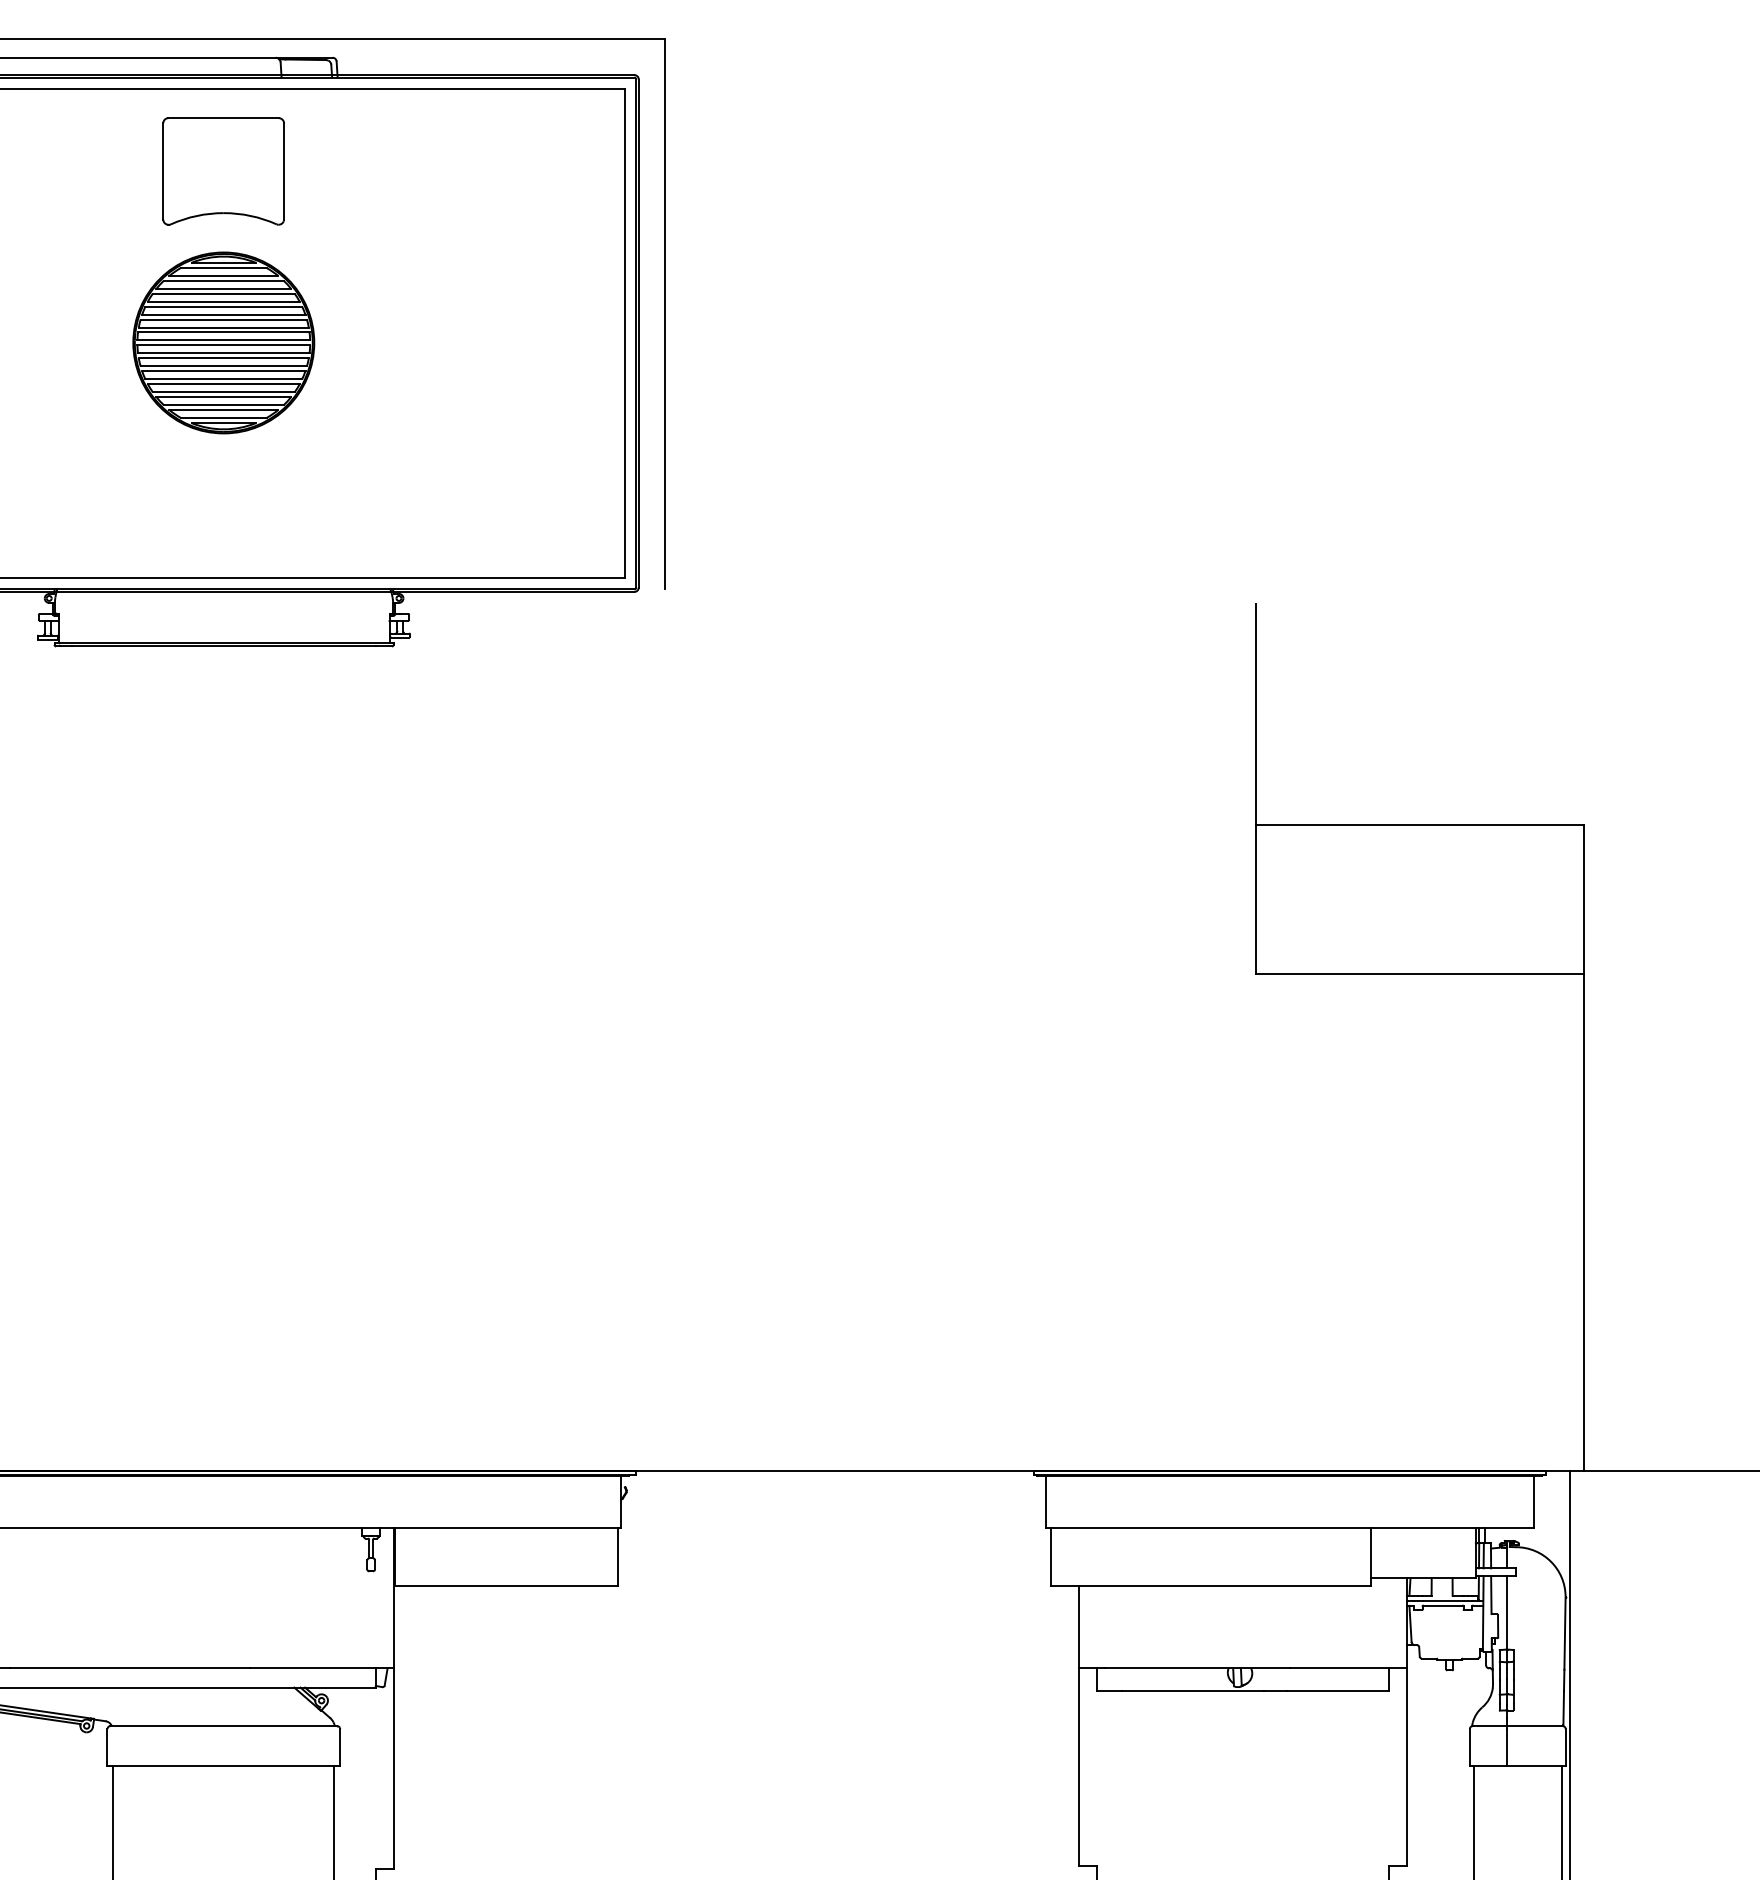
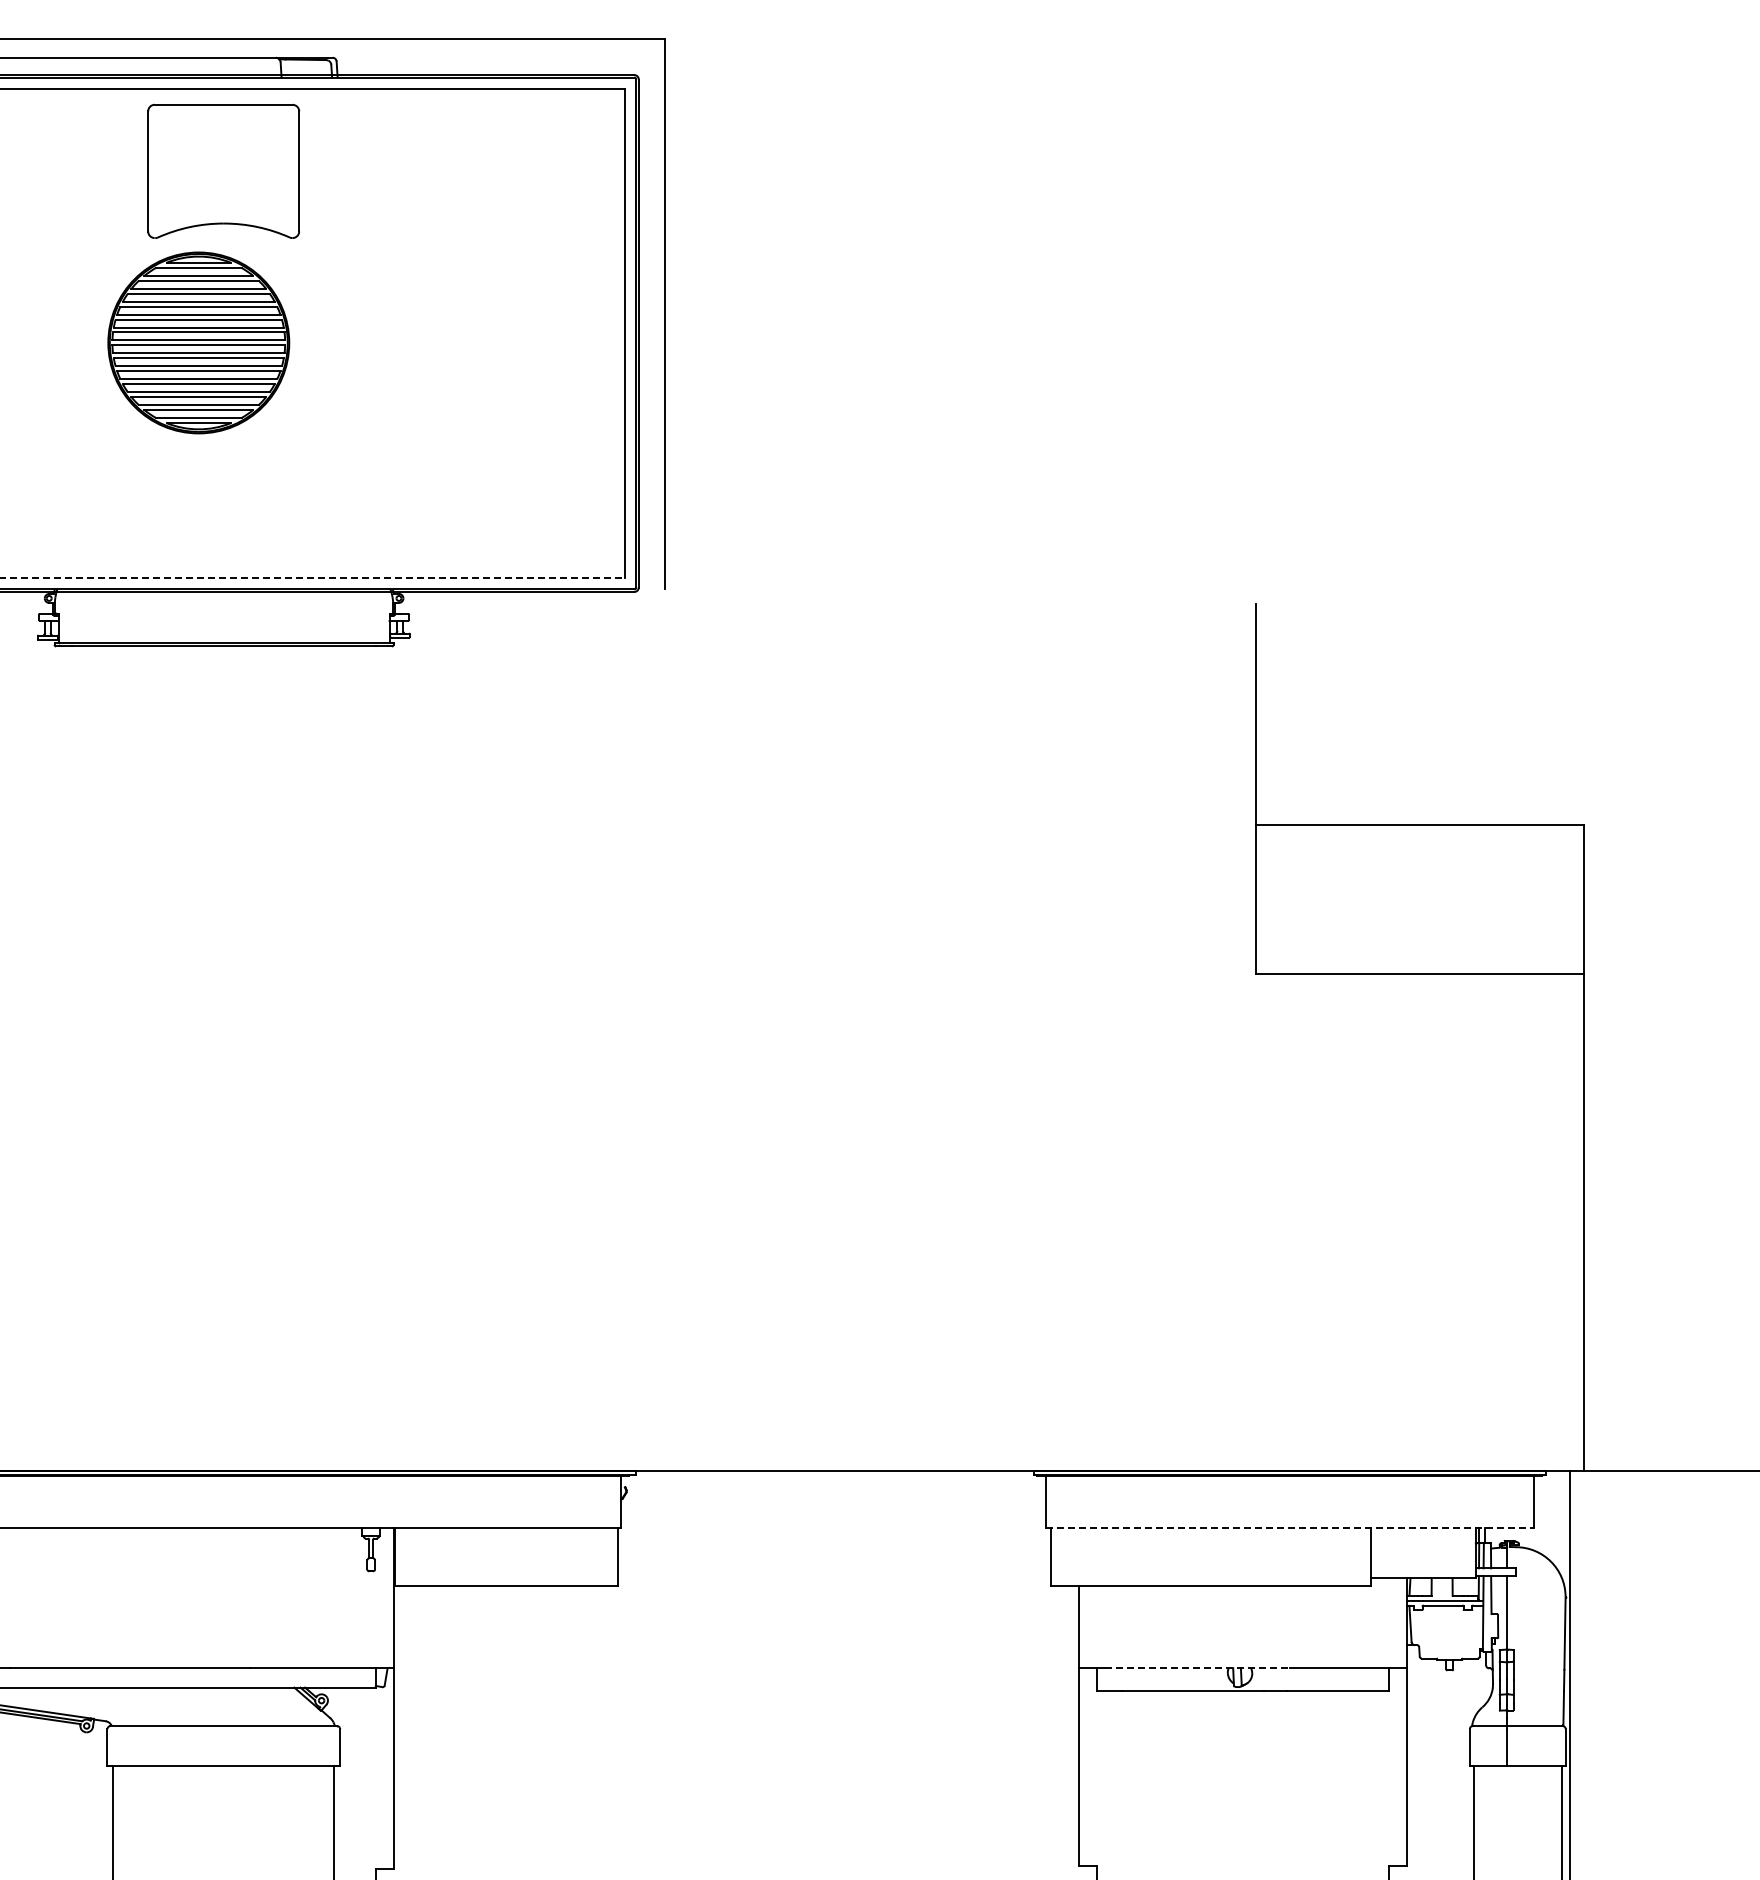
part at (223, 171) size: 123x109 px -> 154x135 px
part at (223, 342) position: (223, 342) -> (198, 342)
line at (313, 578): solid -> dashed
line at (1289, 1527): solid -> dashed
line at (1197, 1668): solid -> dashed
